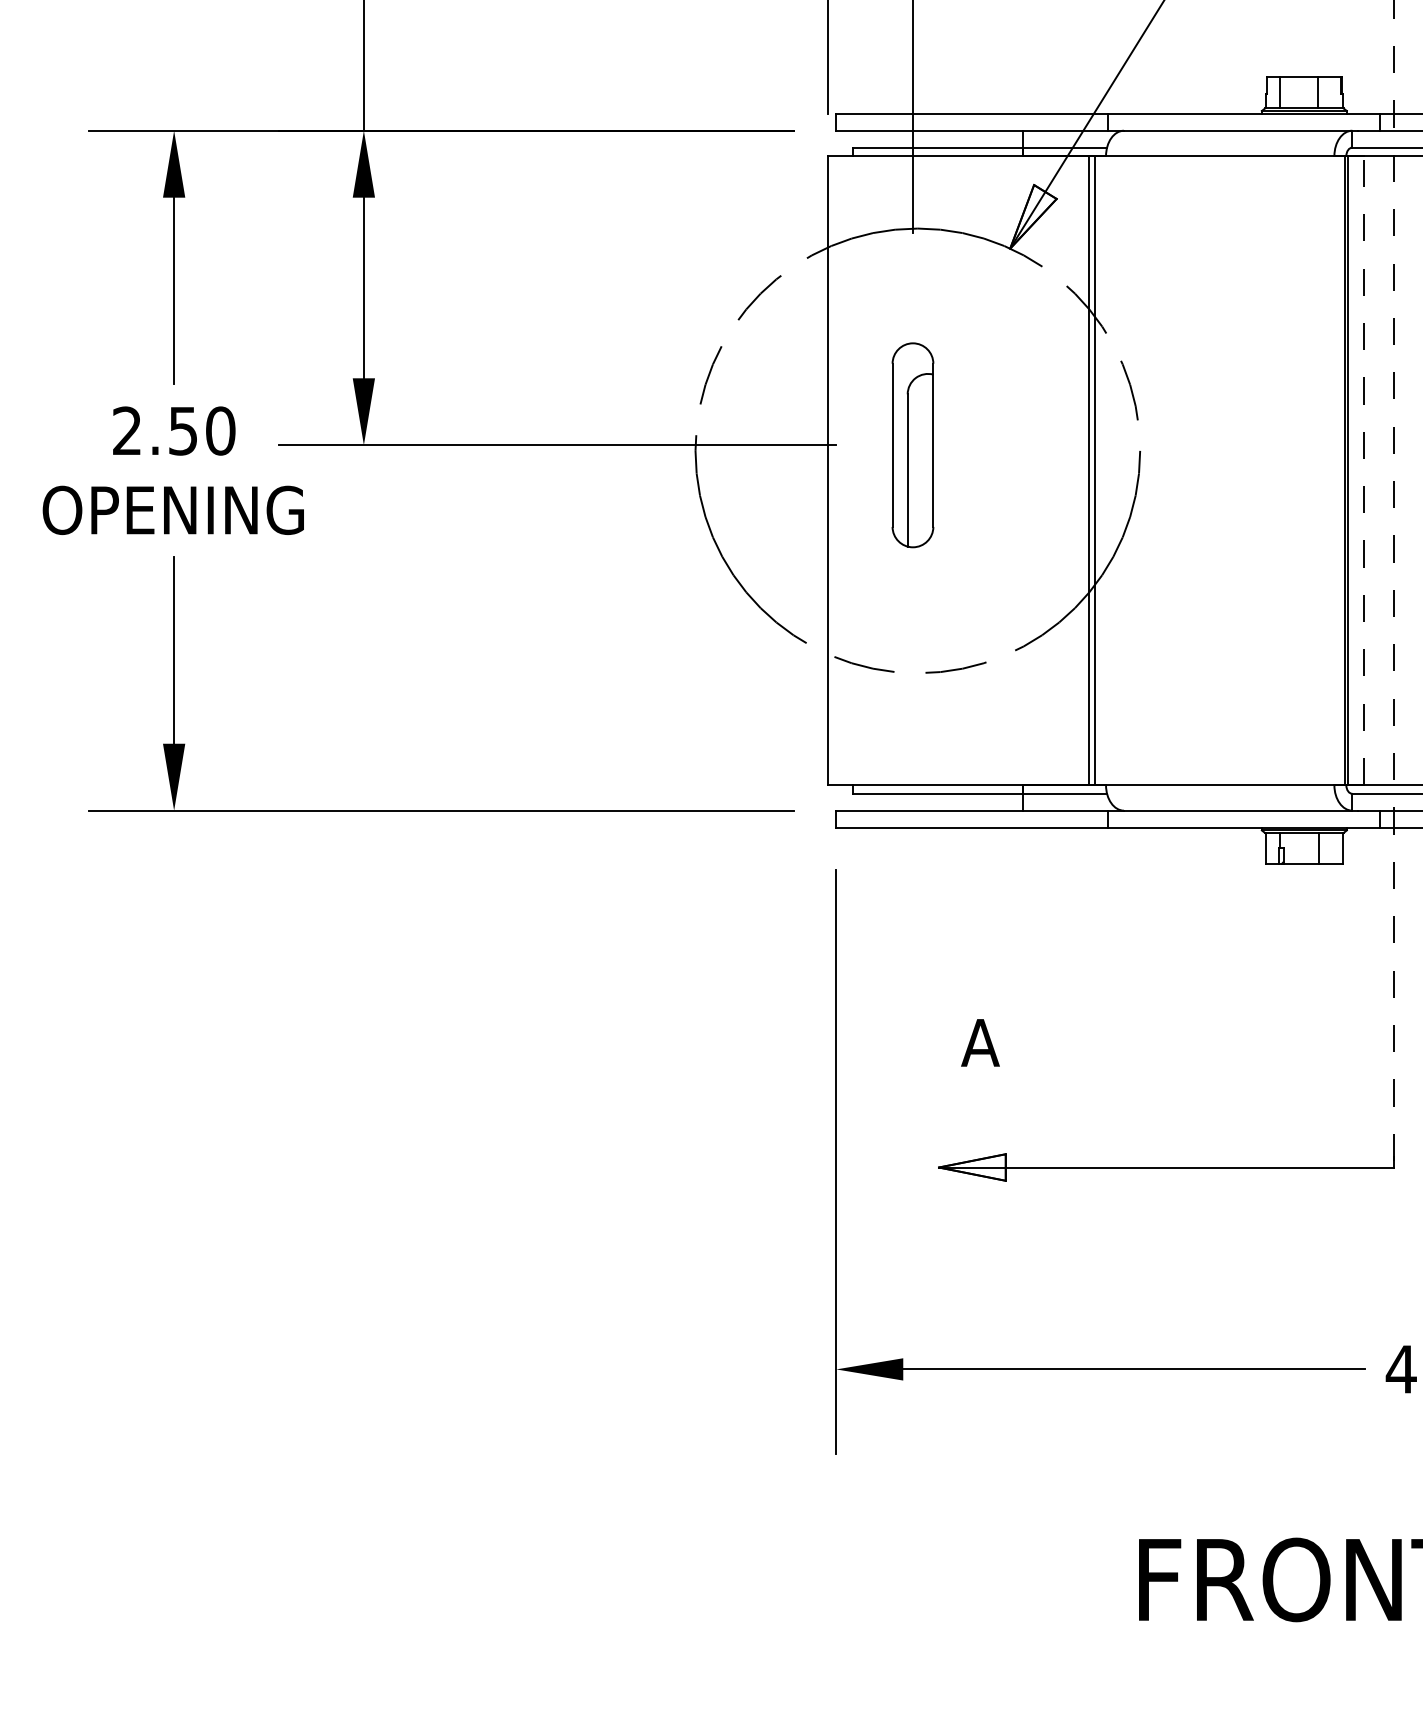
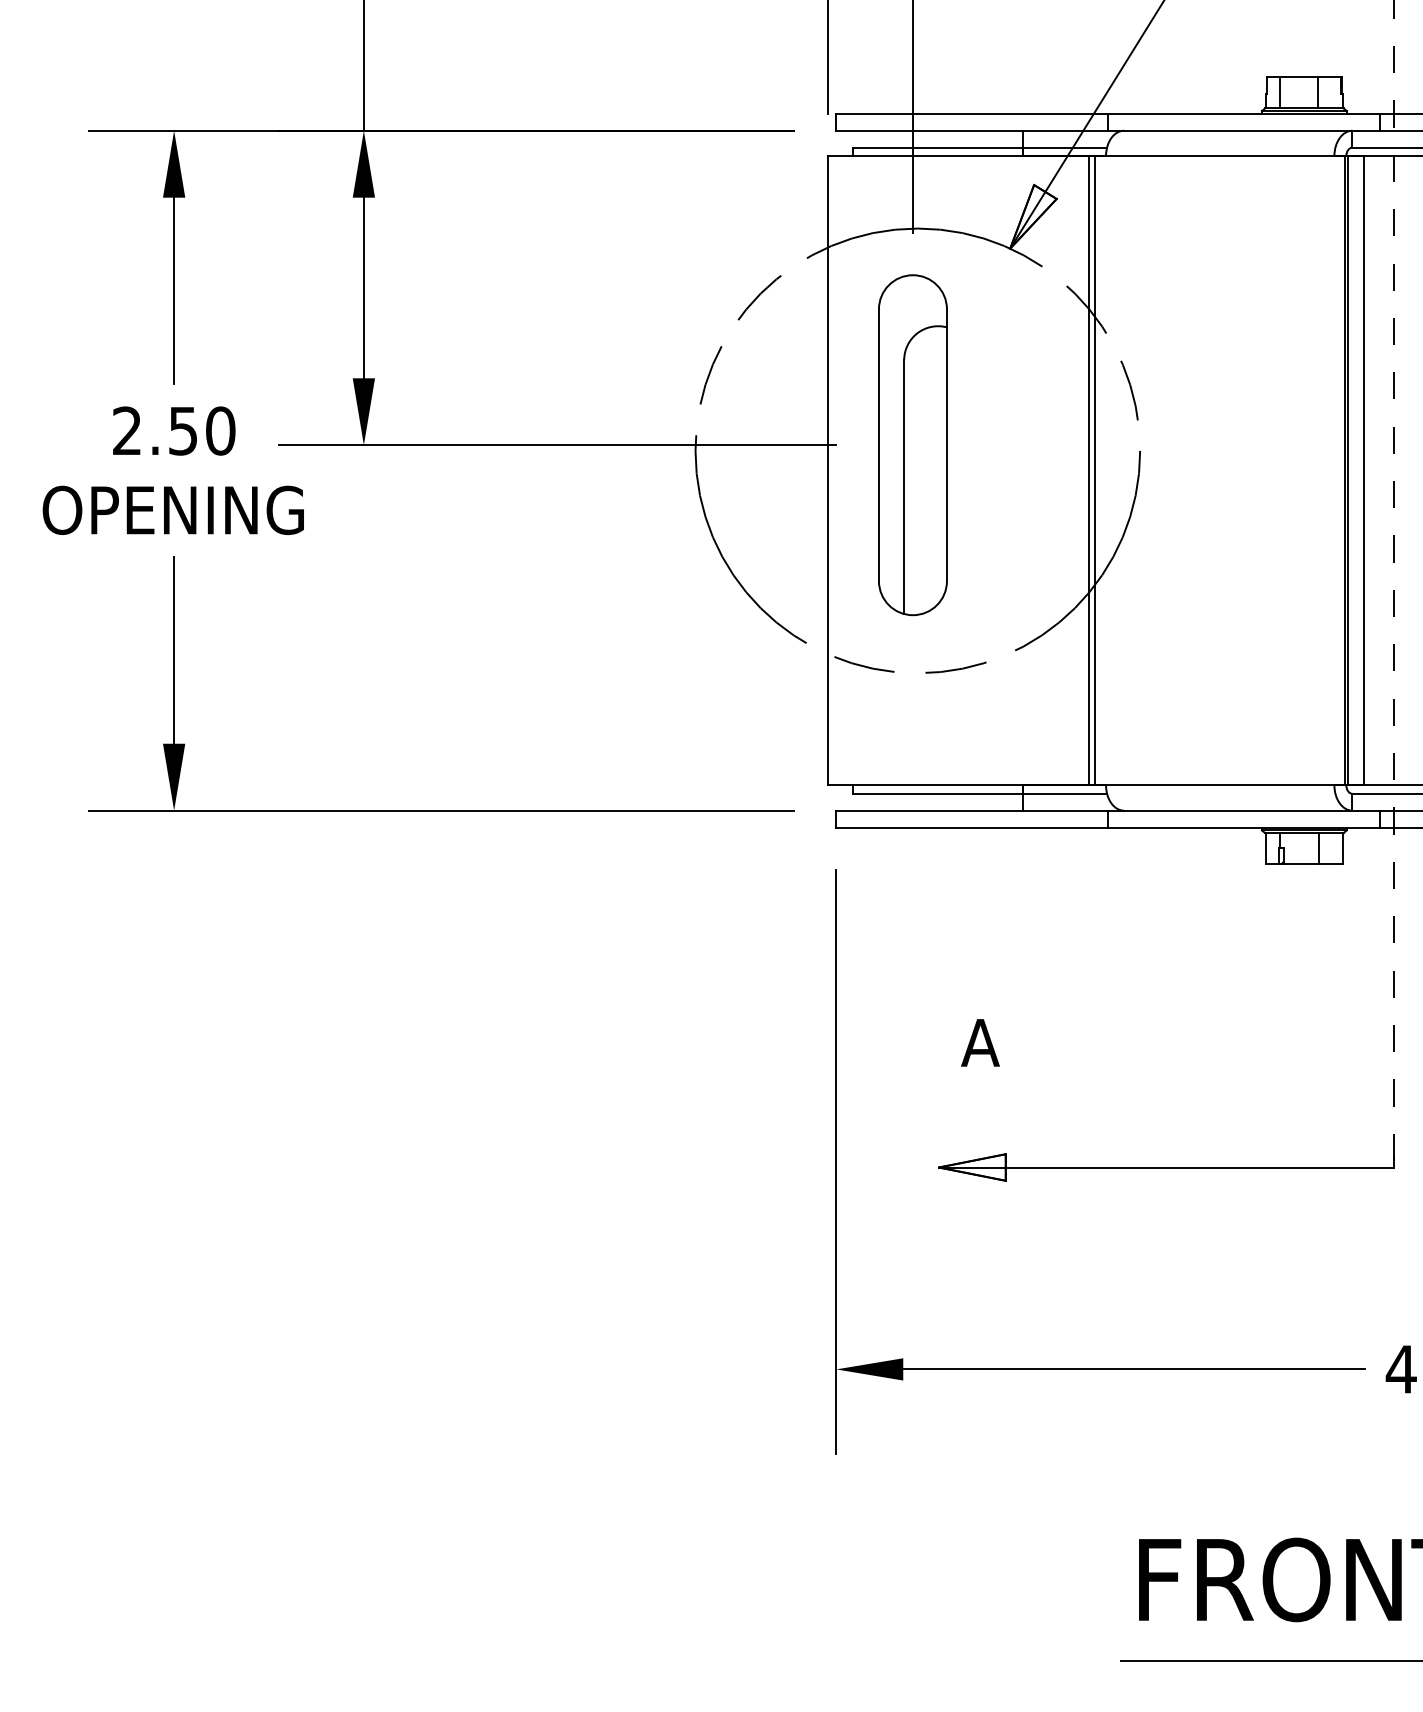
part at (912, 445) size: 44x207 px -> 70x343 px
line at (1364, 470): dashed -> solid
line at (1269, 1660): none -> present
